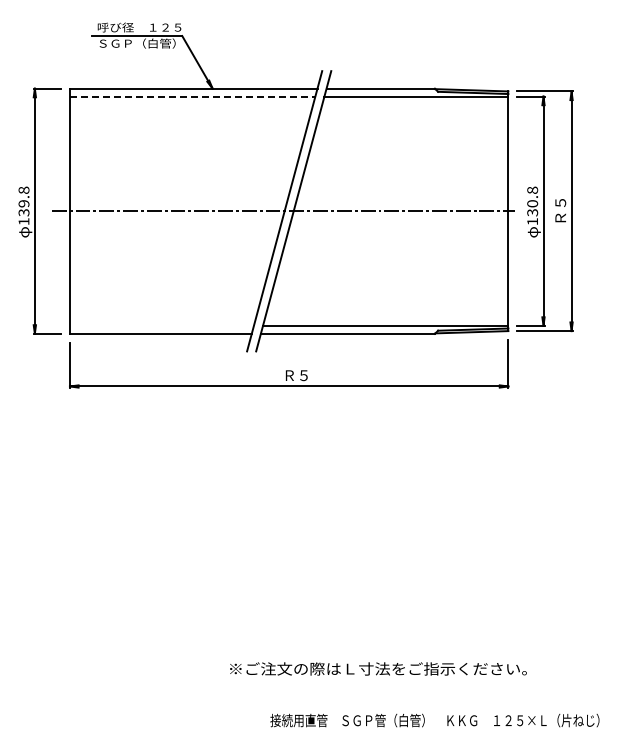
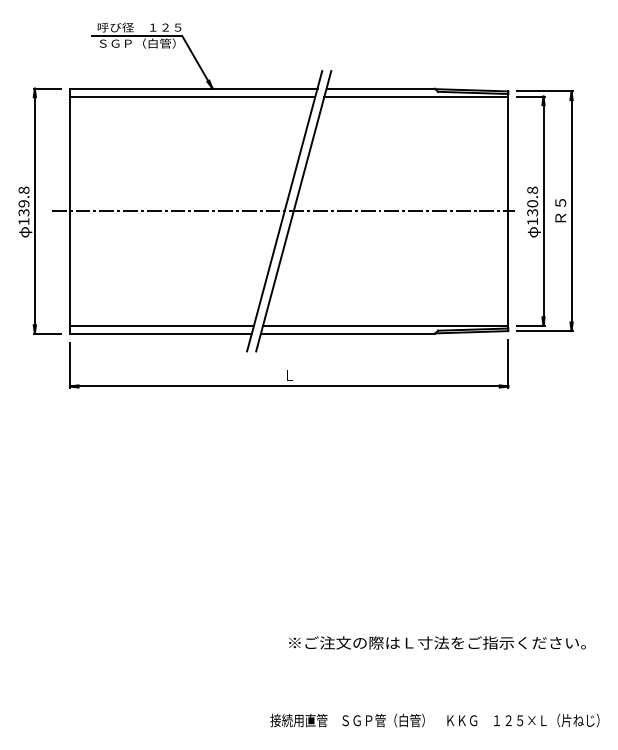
line at (192, 96): dashed -> solid
line at (161, 325): none -> present
text at (296, 375): Ｒ５ -> Ｌ
text at (378, 668) position: (378, 668) -> (437, 642)
